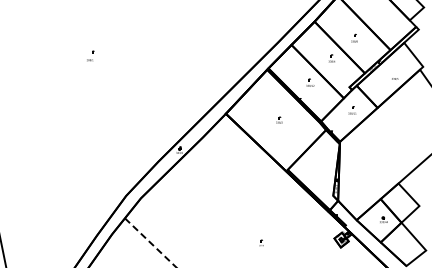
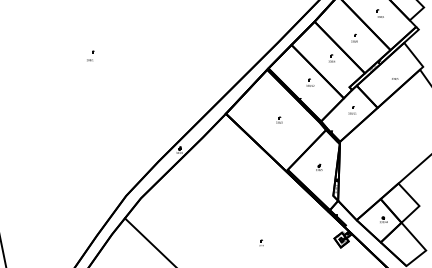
part at (379, 13): none -> present
part at (319, 166): none -> present
line at (150, 243): dashed -> solid
